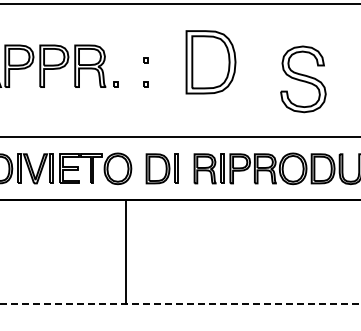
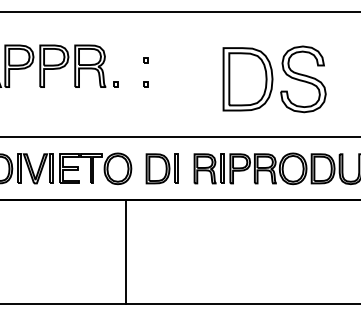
line at (179, 4) position: (179, 4) -> (179, 12)
part at (210, 62) position: (210, 62) -> (247, 79)
line at (180, 303): dashed -> solid
